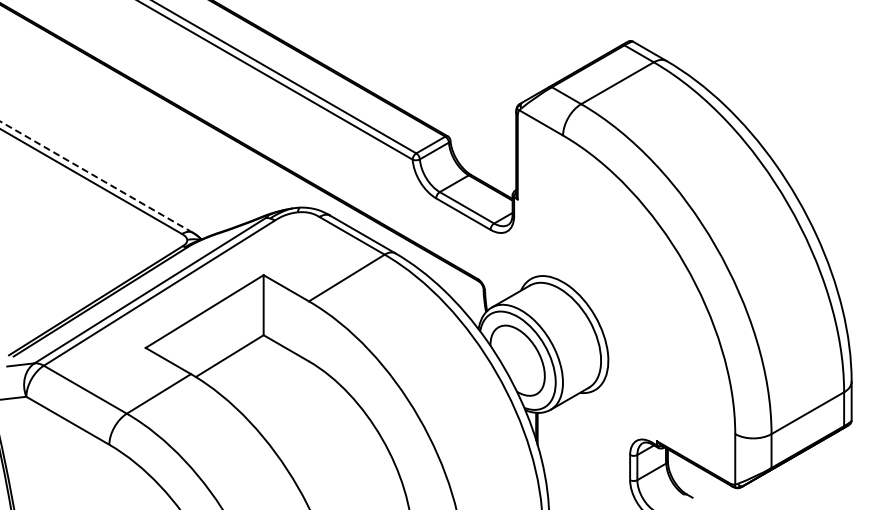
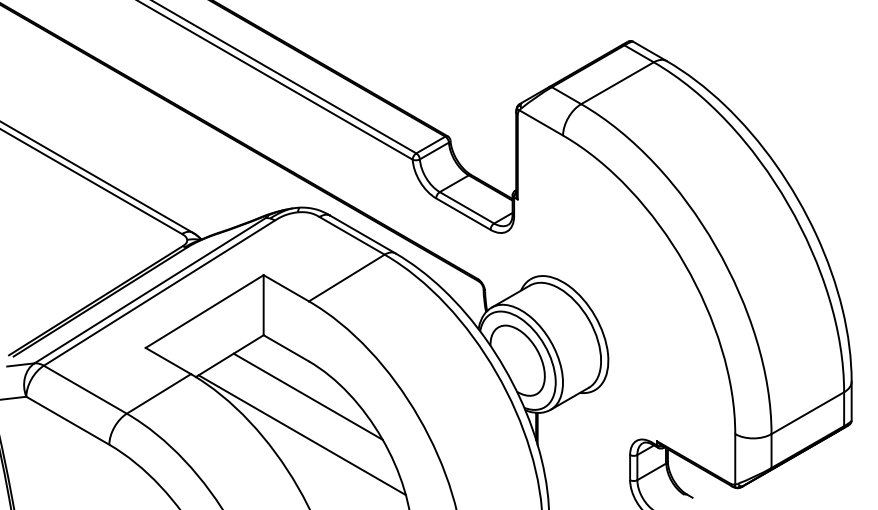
line at (96, 177): dashed -> solid
line at (307, 396): none -> present
line at (301, 435): none -> present
